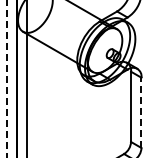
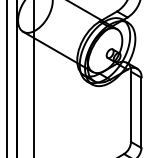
line at (6, 78): dashed -> solid
line at (27, 78) position: (27, 78) -> (34, 78)
line at (141, 112): dashed -> solid
